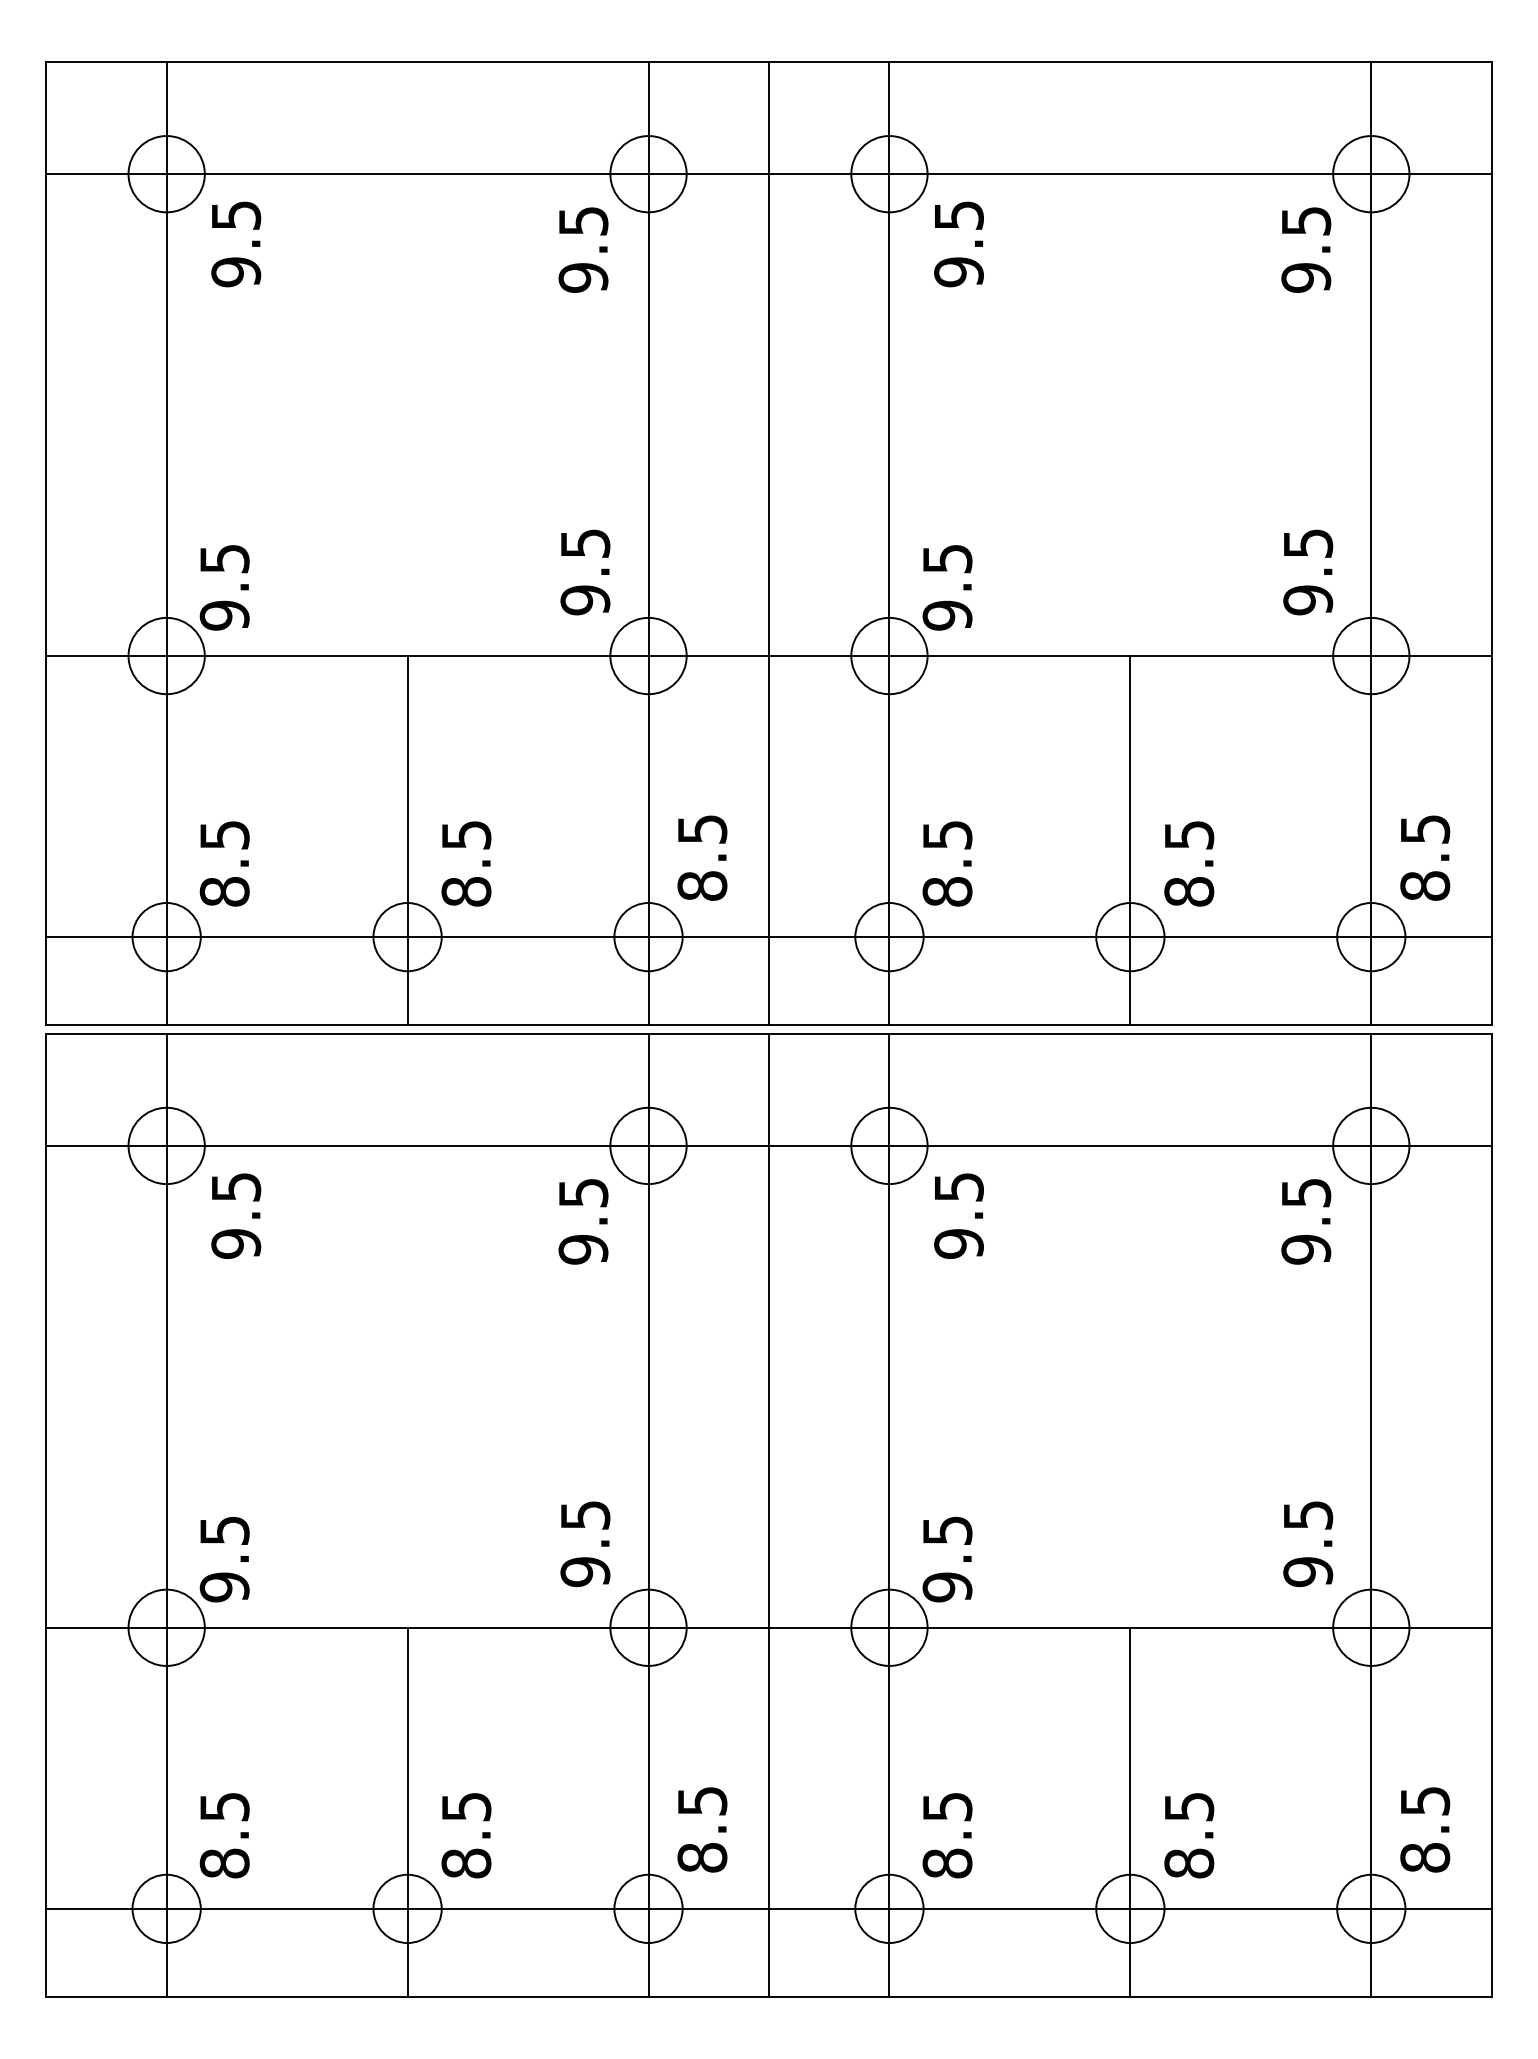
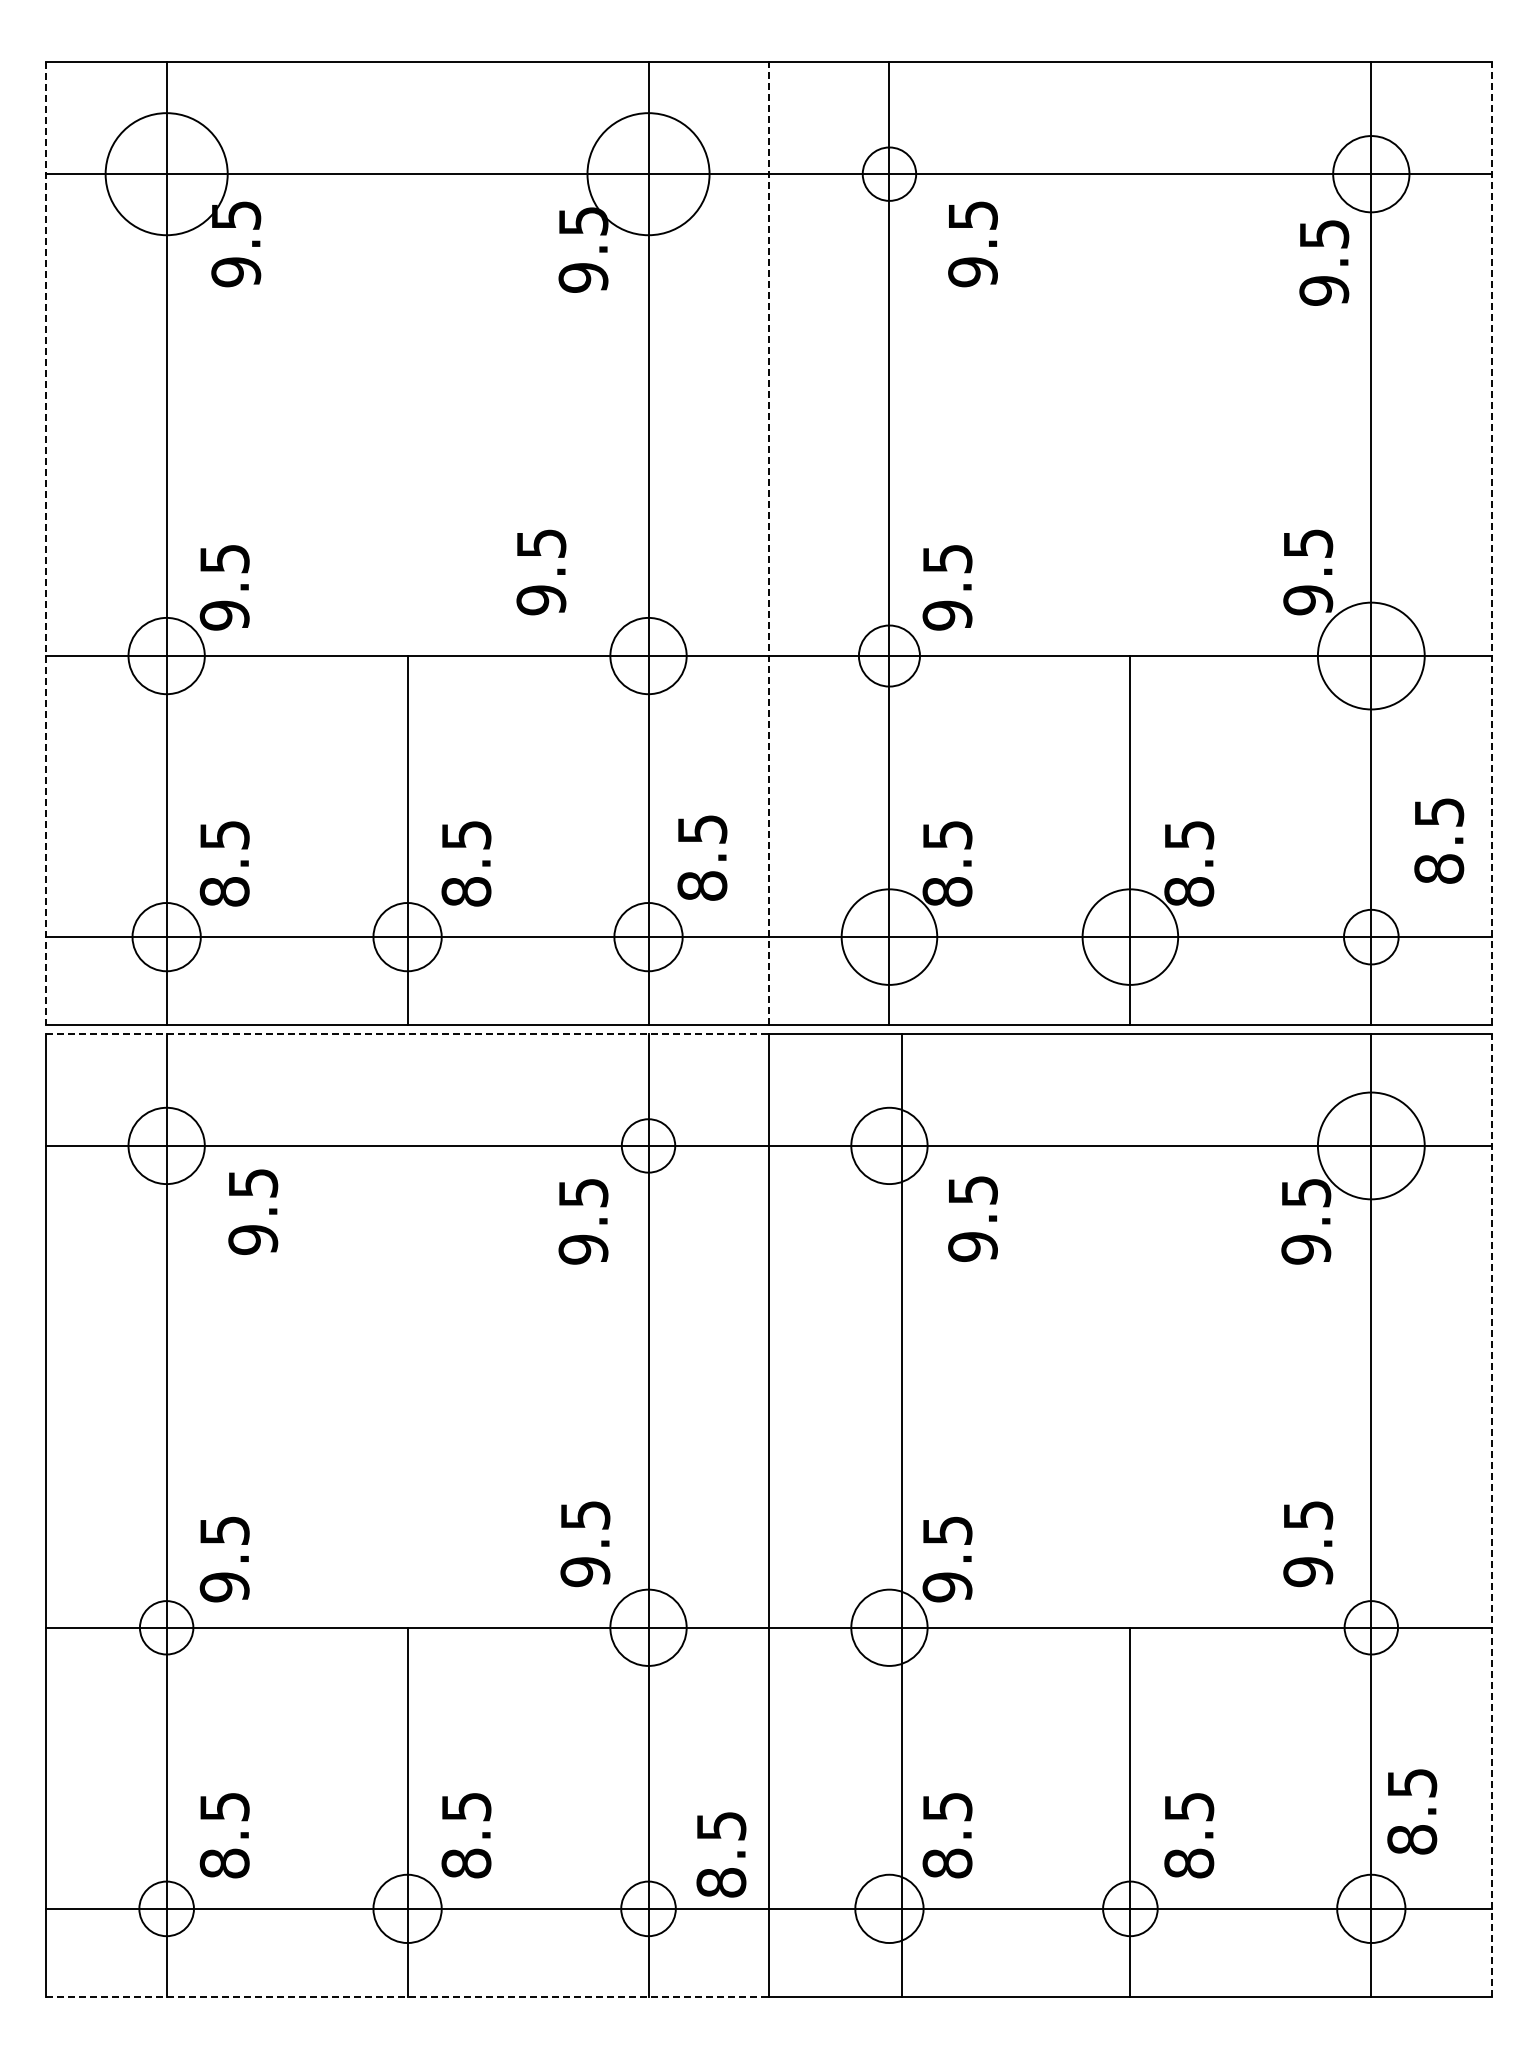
circle at (166, 174) diameter: 76 px -> 122 px
circle at (648, 174) diameter: 76 px -> 122 px
circle at (889, 174) diameter: 76 px -> 53 px
text at (958, 244) position: (958, 244) -> (972, 244)
text at (1306, 249) position: (1306, 249) -> (1324, 262)
line at (46, 543): solid -> dashed
line at (769, 543): solid -> dashed
line at (1491, 543): solid -> dashed
text at (585, 572) position: (585, 572) -> (541, 572)
circle at (889, 655) diameter: 76 px -> 61 px
circle at (1371, 655) diameter: 76 px -> 107 px
text at (1425, 857) position: (1425, 857) -> (1439, 840)
circle at (889, 937) diameter: 68 px -> 96 px
circle at (1130, 937) diameter: 68 px -> 96 px
circle at (1371, 937) diameter: 68 px -> 55 px
line at (408, 1033): solid -> dashed
circle at (648, 1145) diameter: 76 px -> 53 px
circle at (1371, 1145) diameter: 76 px -> 107 px
text at (236, 1215) position: (236, 1215) -> (253, 1211)
text at (958, 1215) position: (958, 1215) -> (972, 1218)
line at (889, 1515) position: (889, 1515) -> (902, 1515)
line at (1491, 1515): solid -> dashed
circle at (166, 1627) diameter: 76 px -> 53 px
circle at (1371, 1627) diameter: 76 px -> 53 px
text at (702, 1829) position: (702, 1829) -> (721, 1854)
text at (1425, 1829) position: (1425, 1829) -> (1412, 1811)
circle at (166, 1908) diameter: 68 px -> 55 px
circle at (648, 1908) diameter: 68 px -> 55 px
circle at (1130, 1908) diameter: 68 px -> 55 px
line at (408, 1997): solid -> dashed
